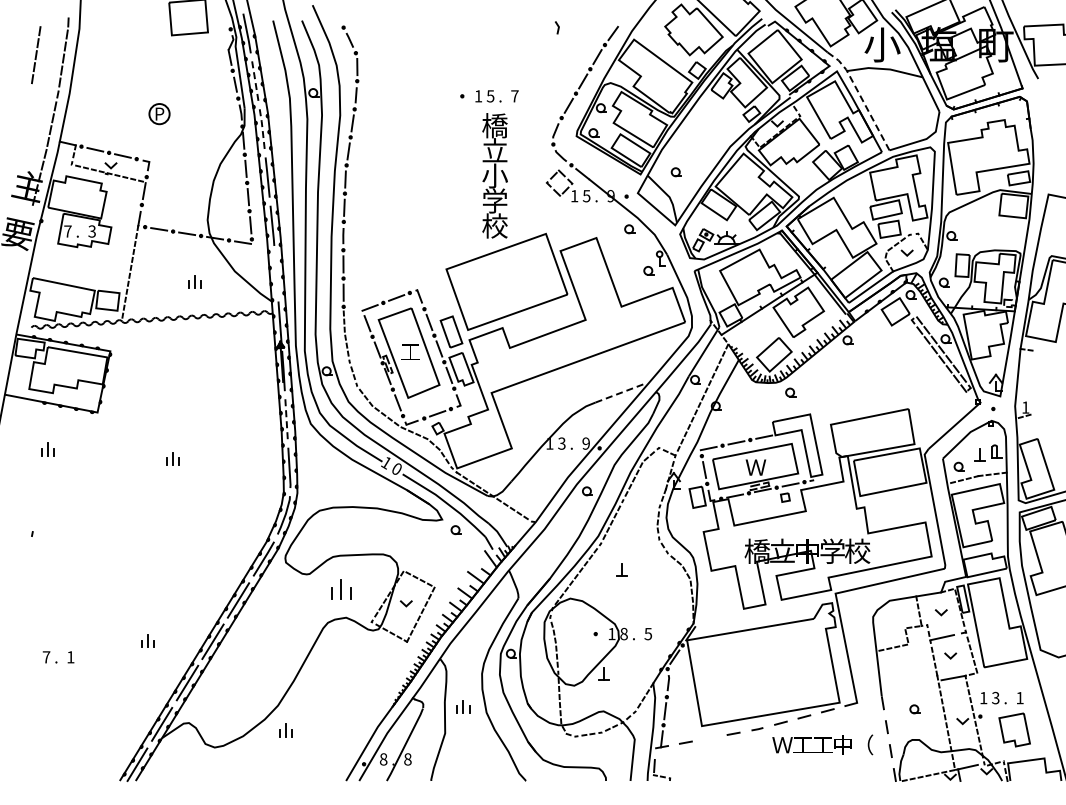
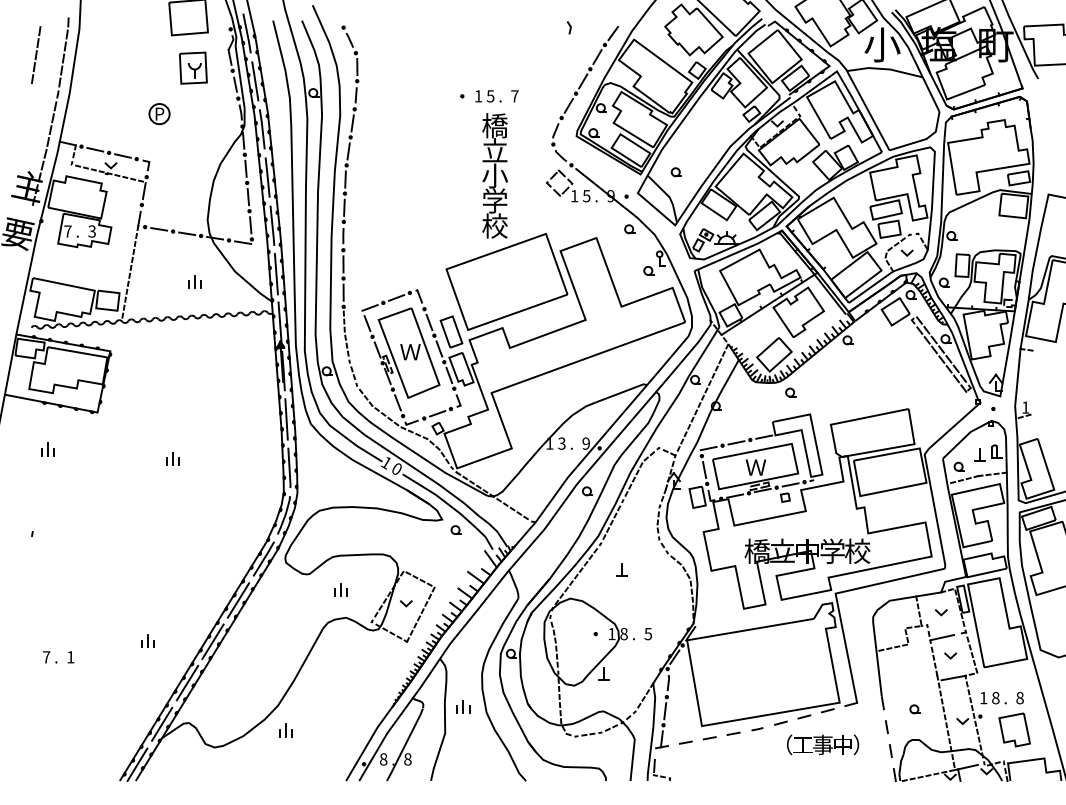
line at (557, 26) position: (557, 26) -> (569, 26)
part at (193, 67): none -> present
line at (255, 80): dashed -> solid
line at (861, 97): dashed -> solid
line at (262, 128): dashed -> solid
line at (275, 274): none -> present
text at (410, 352): 工 -> Ｗ
line at (622, 392): dashed -> solid
line at (286, 419): dashed -> solid
part at (341, 589) size: 21x21 px -> 14x14 px
text at (1019, 697): 1 -> 8
text at (995, 698): 3 -> 8
line at (709, 738): none -> present
text at (782, 744): Ｗ -> （
text at (822, 744): 工 -> 事
text at (863, 744): （ -> ）
